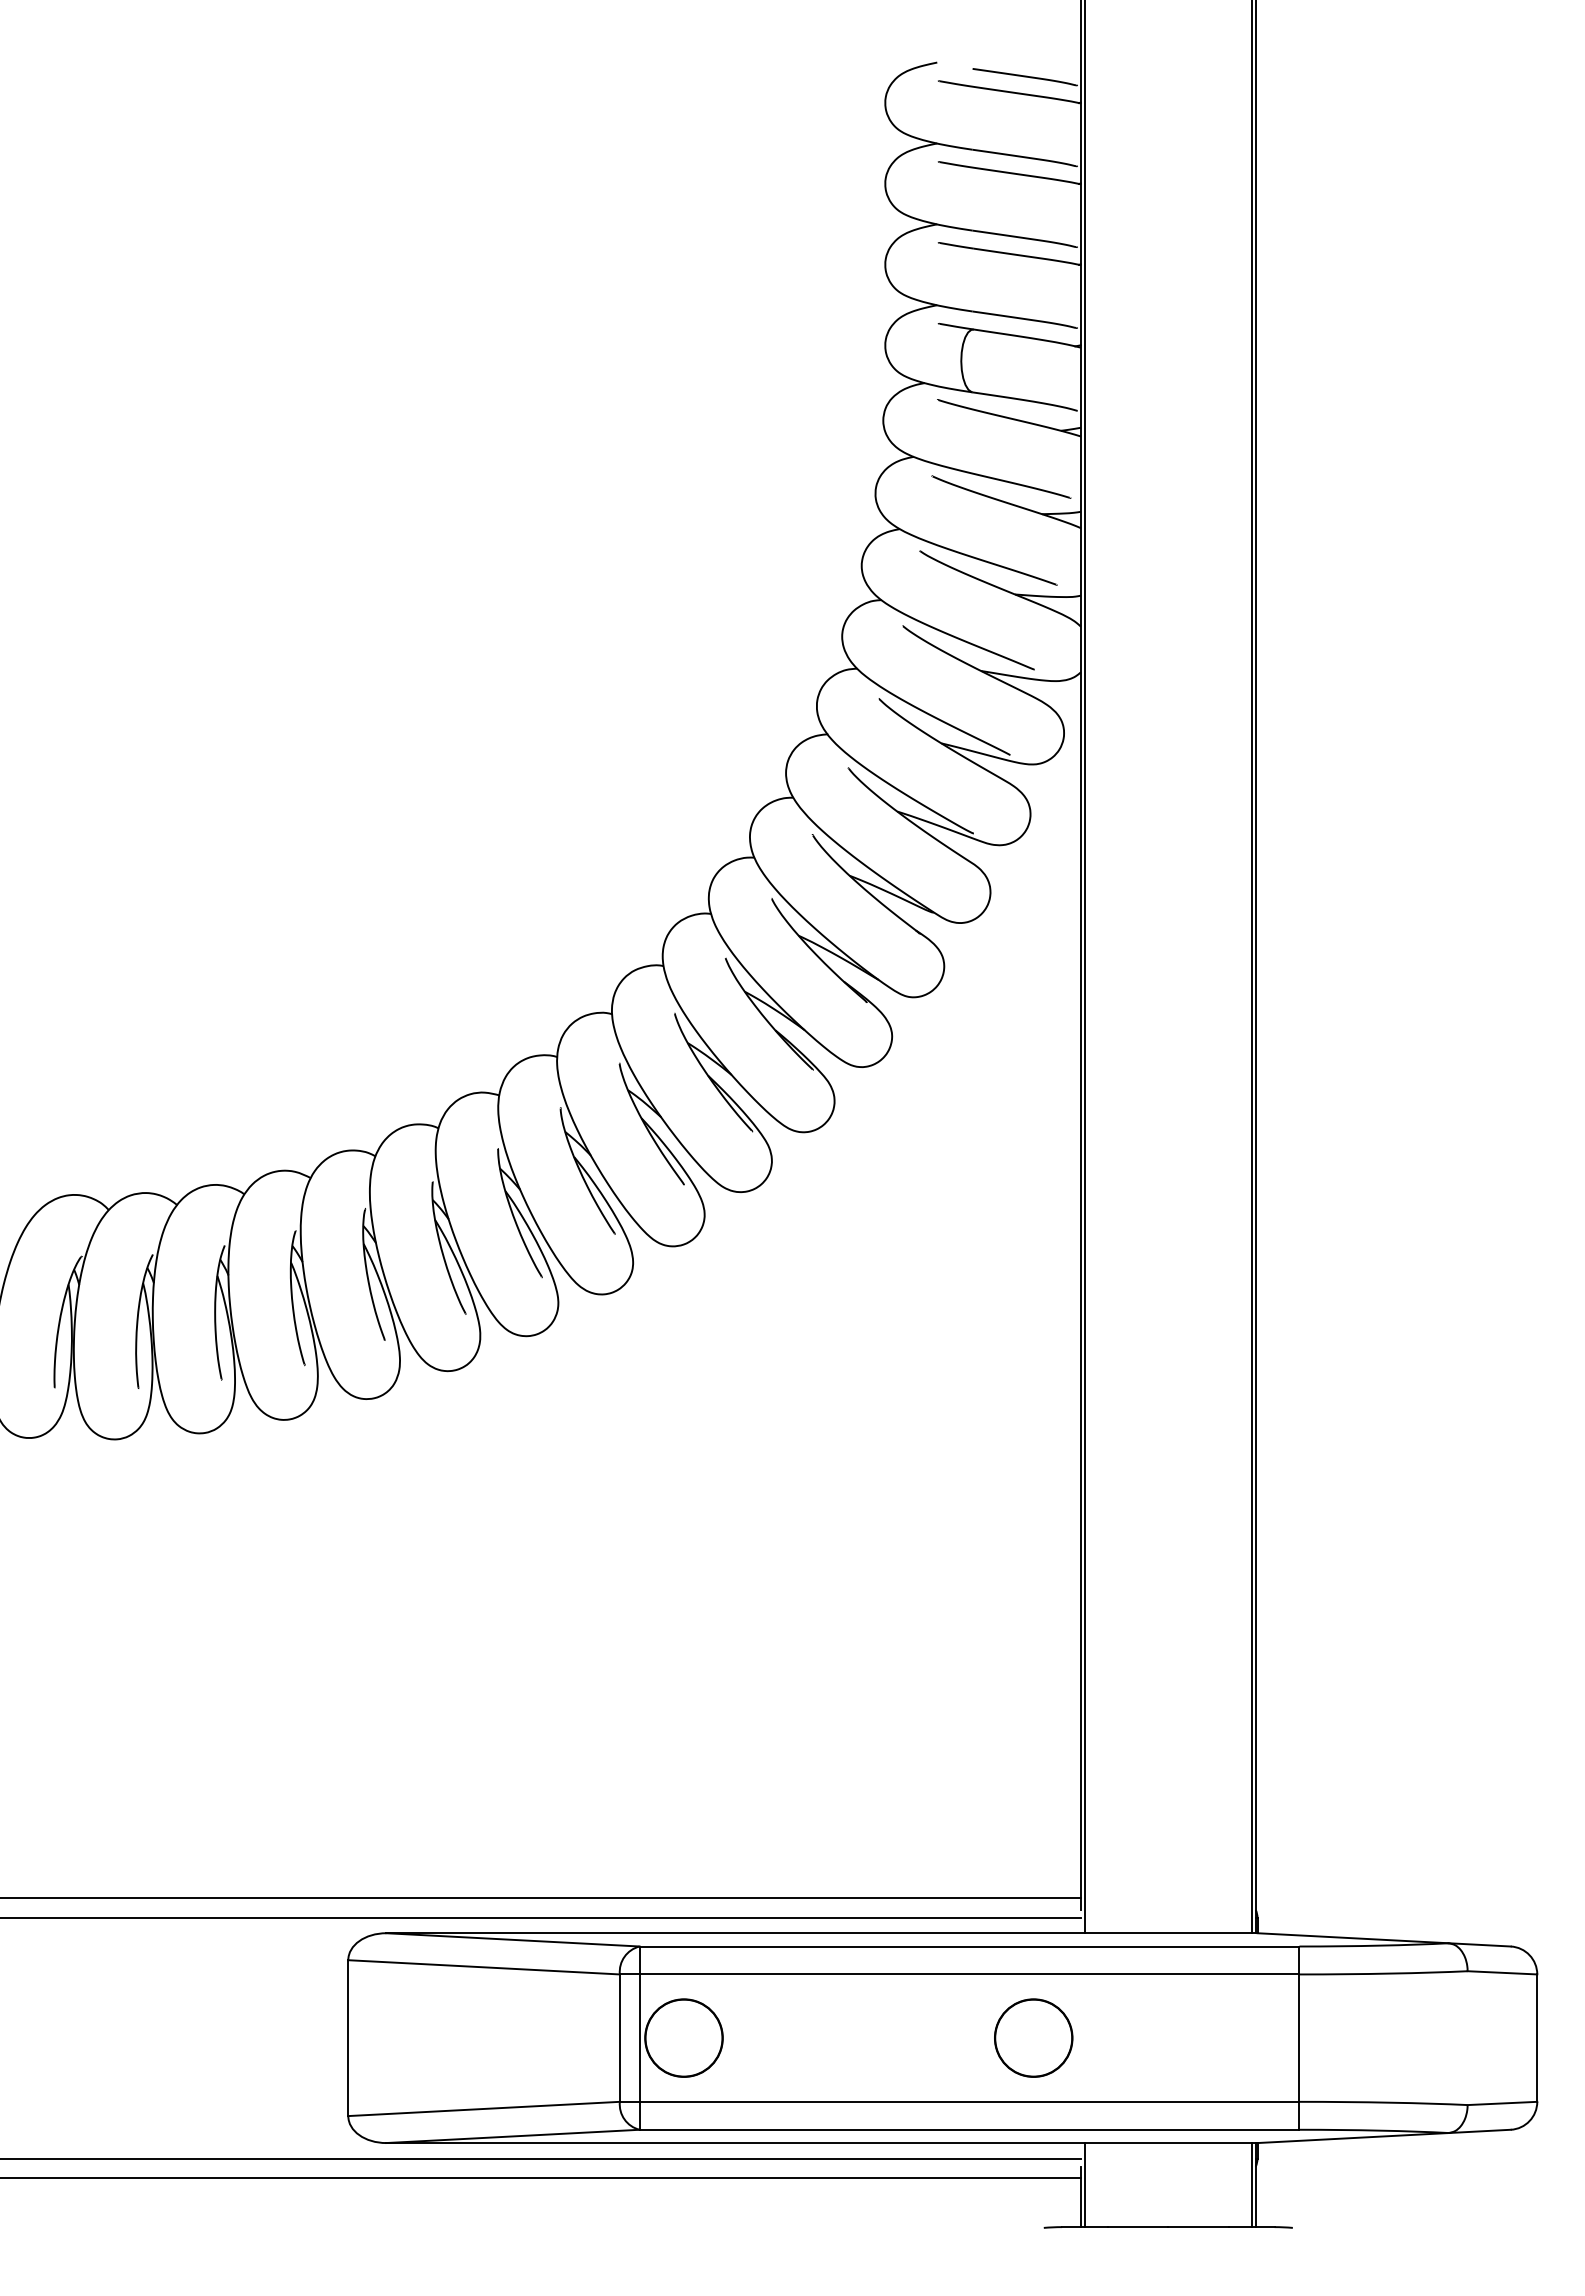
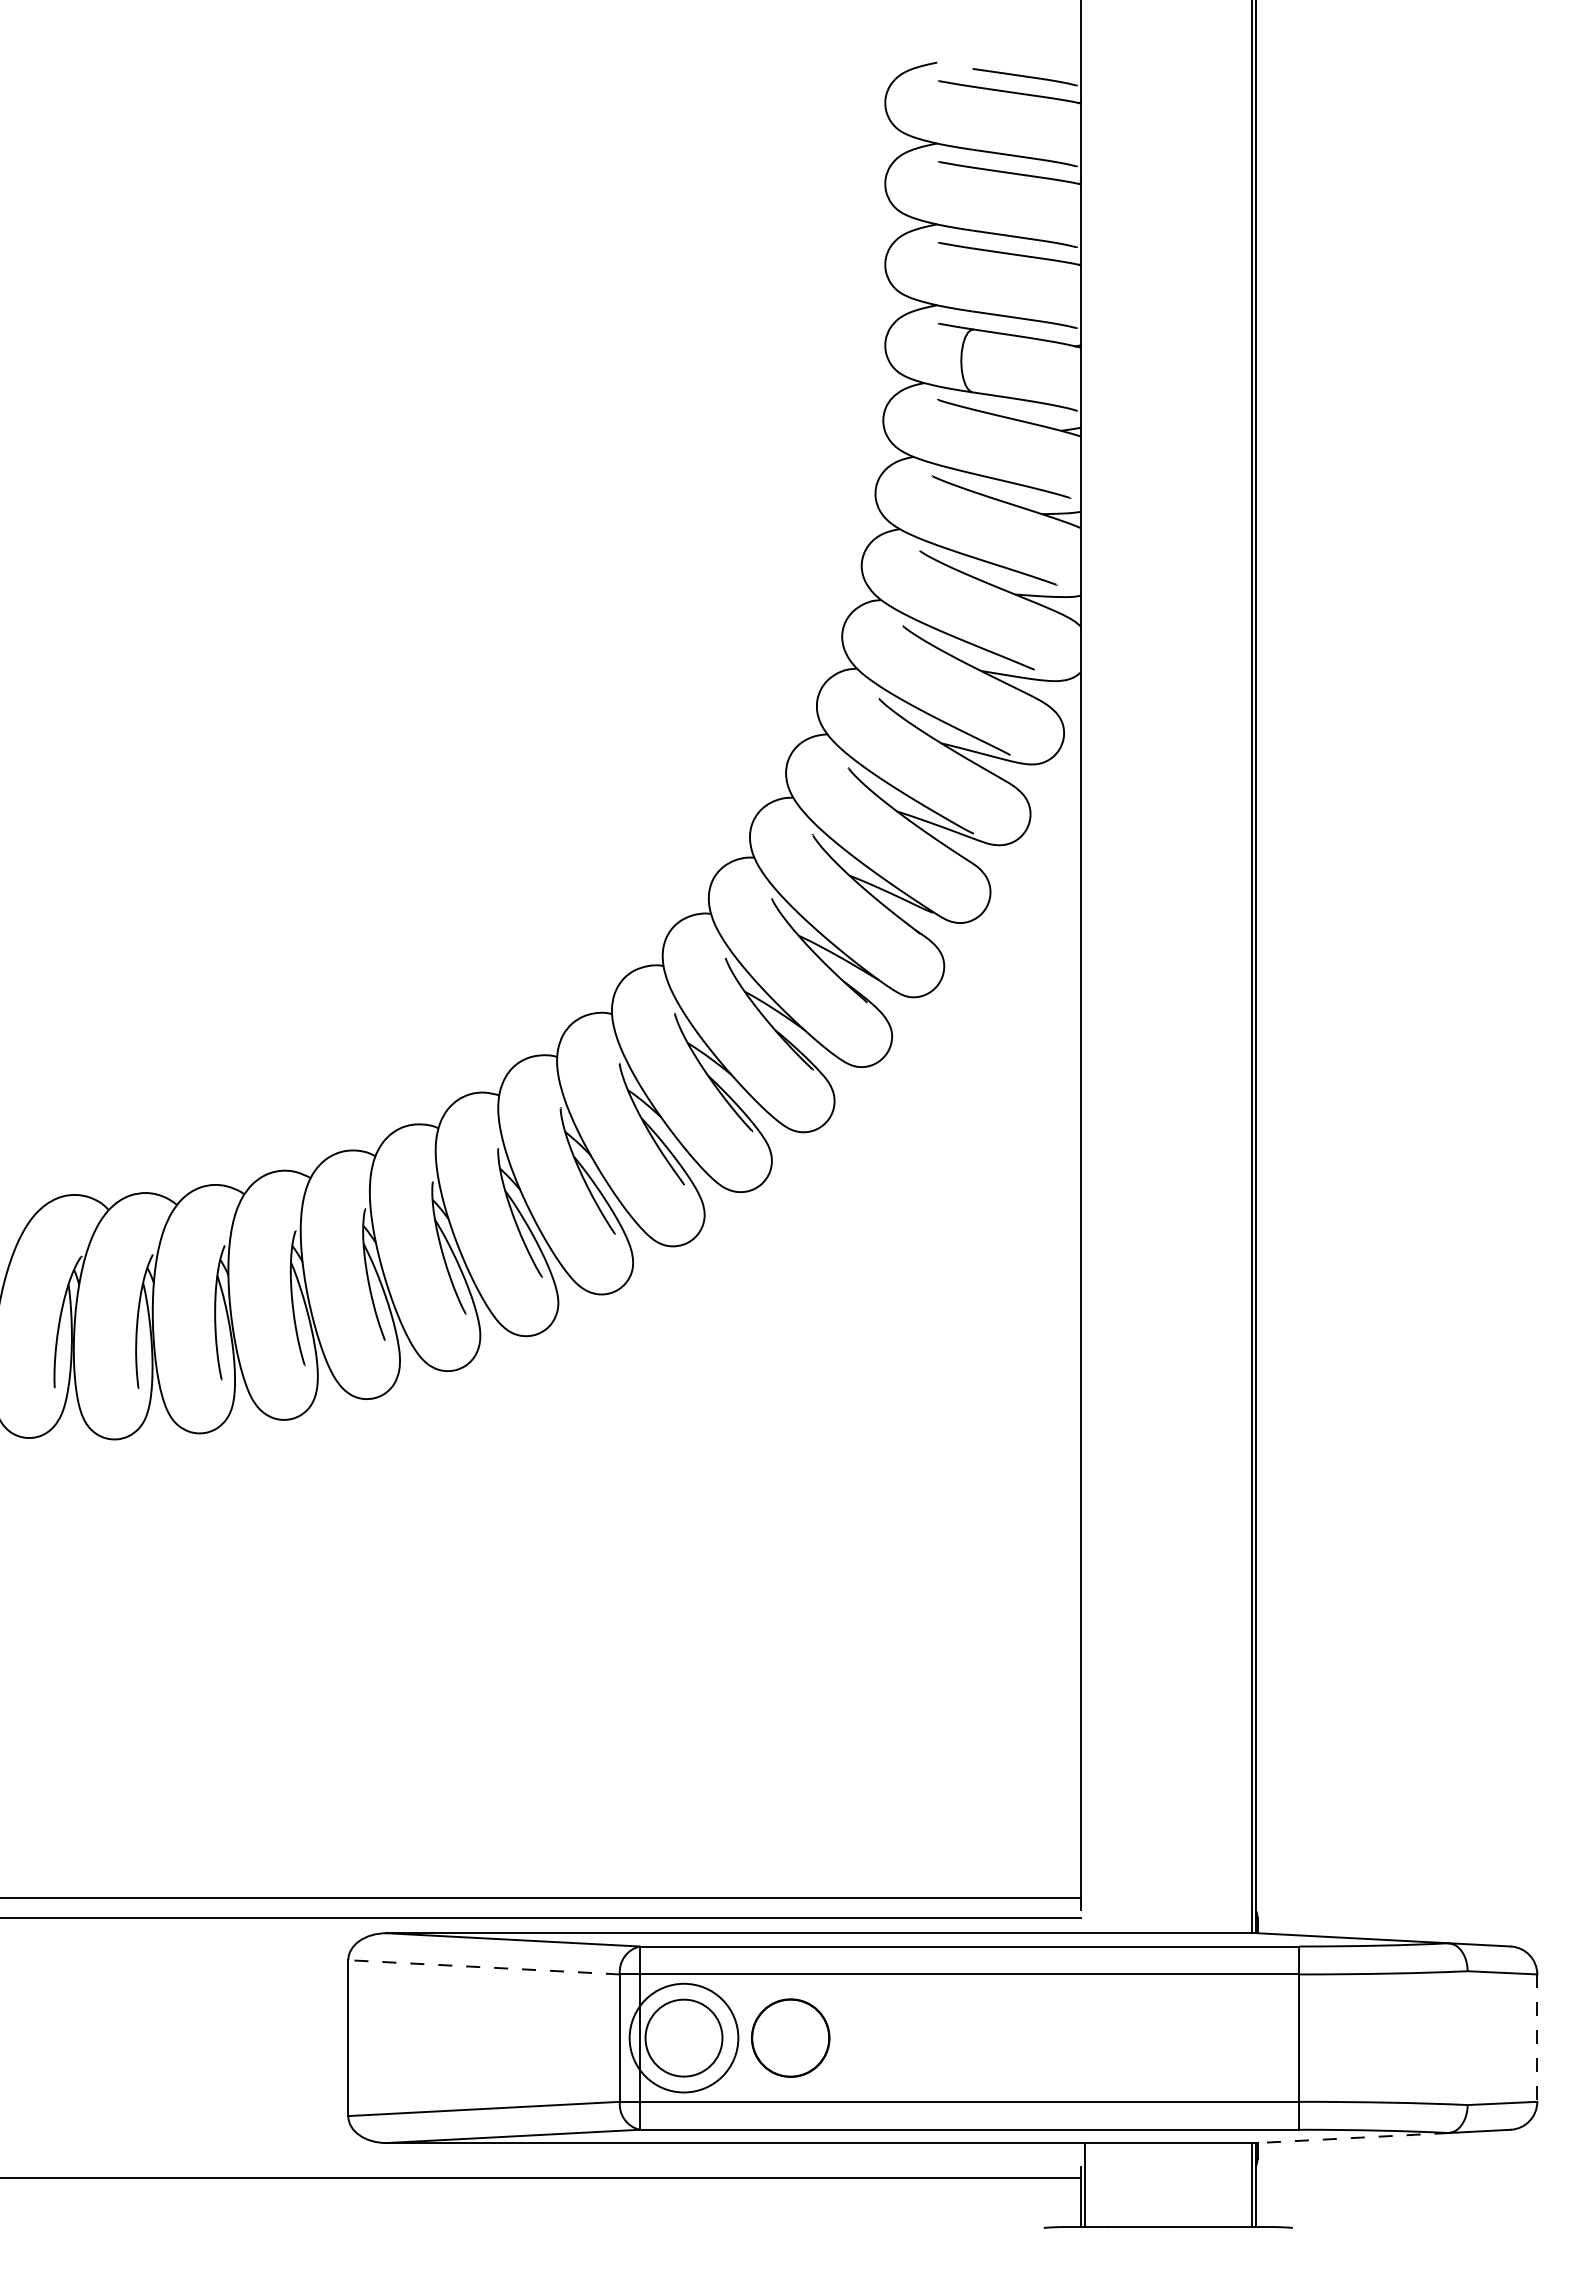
line at (1085, 967): present -> none
line at (484, 1967): solid -> dashed
circle at (683, 2037) diameter: 78 px -> 109 px
circle at (1033, 2037) position: (1033, 2037) -> (790, 2037)
line at (1537, 2038): solid -> dashed
line at (1353, 2138): solid -> dashed
line at (541, 2158): present -> none
